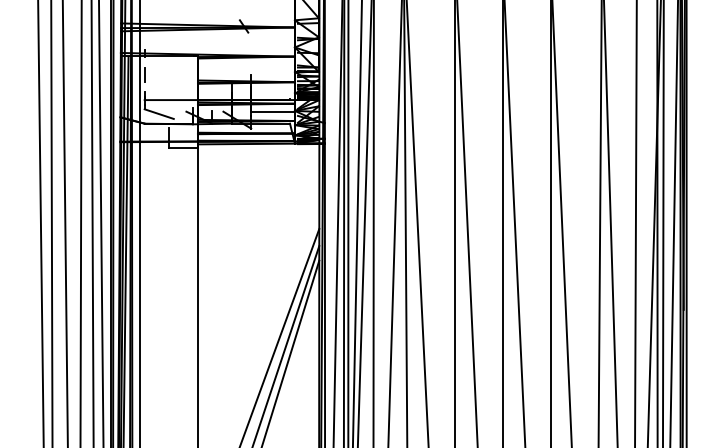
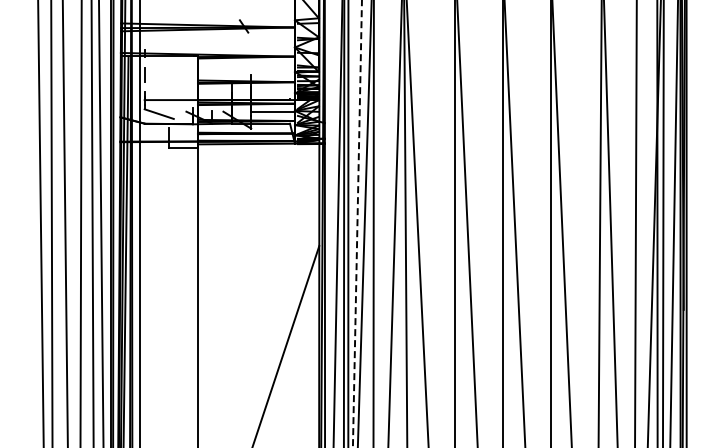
line at (357, 224): solid -> dashed
line at (279, 336): present -> none
line at (290, 352): present -> none
